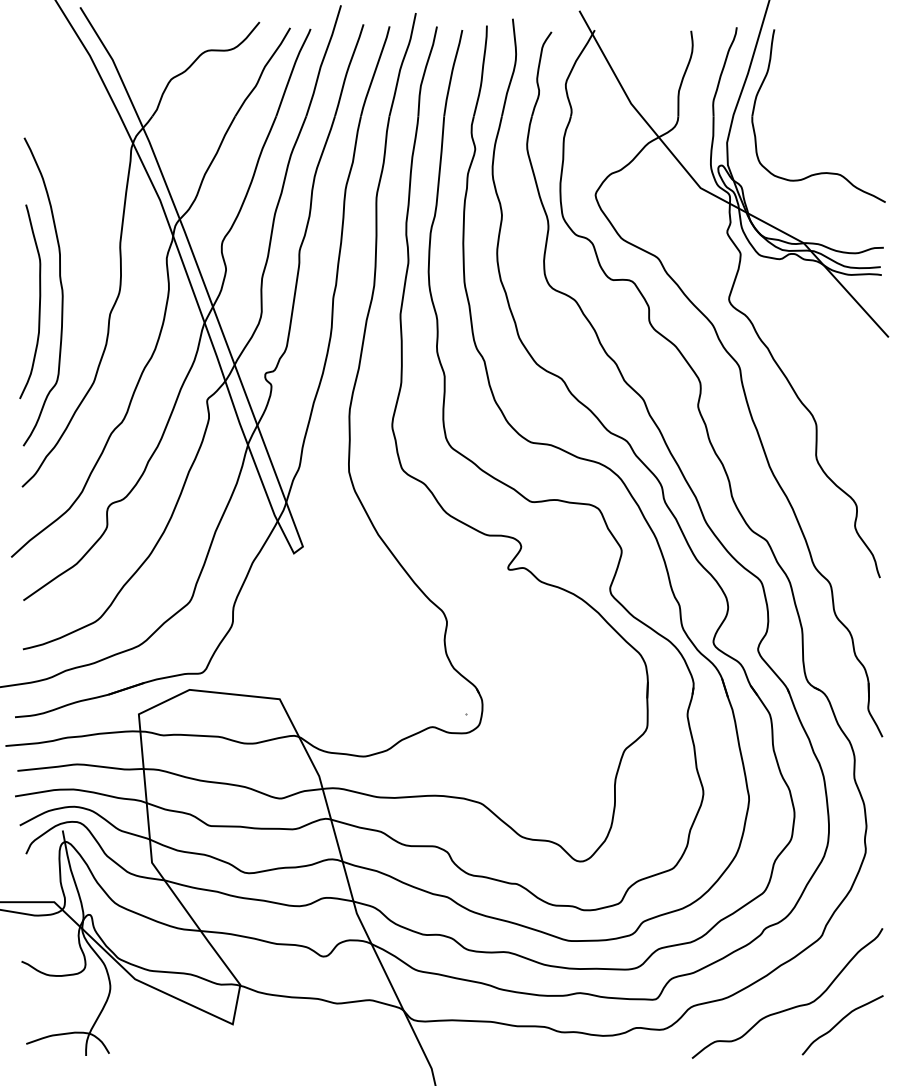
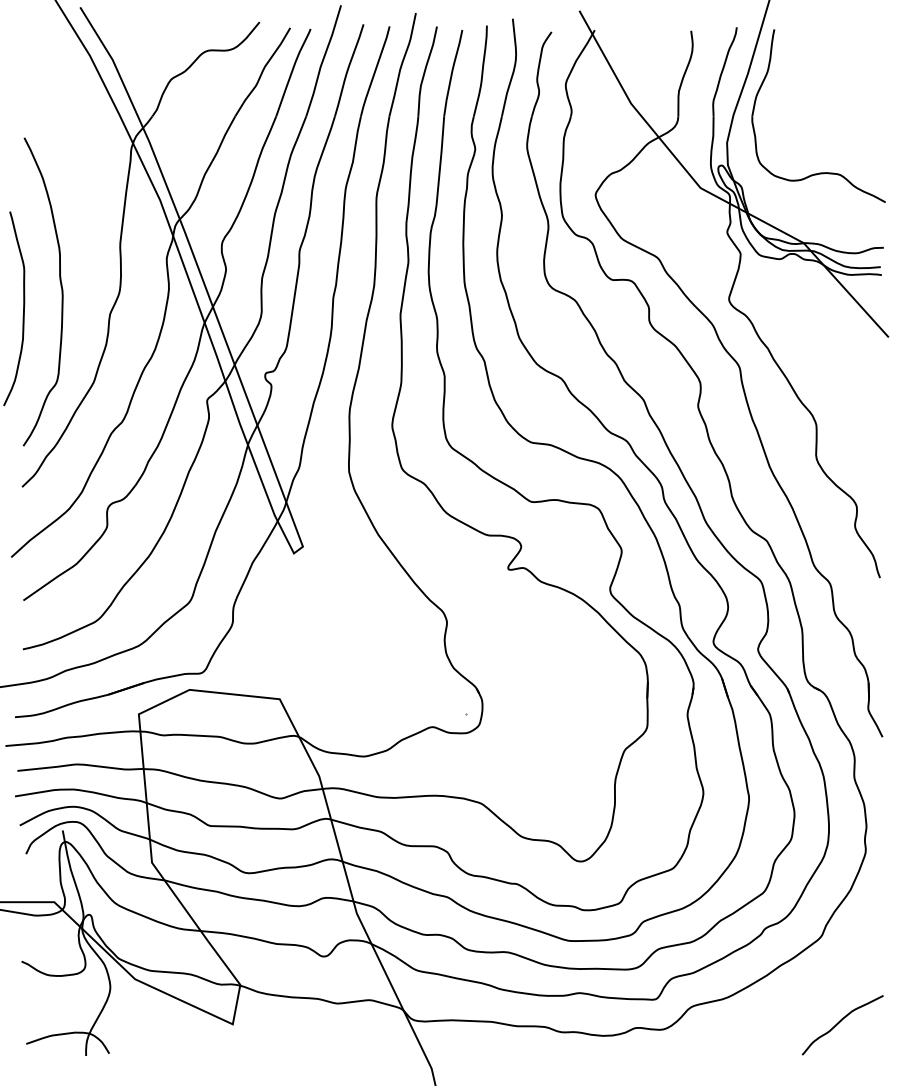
curve at (39, 301) position: (39, 301) -> (23, 308)
curve at (793, 1006): present -> none
